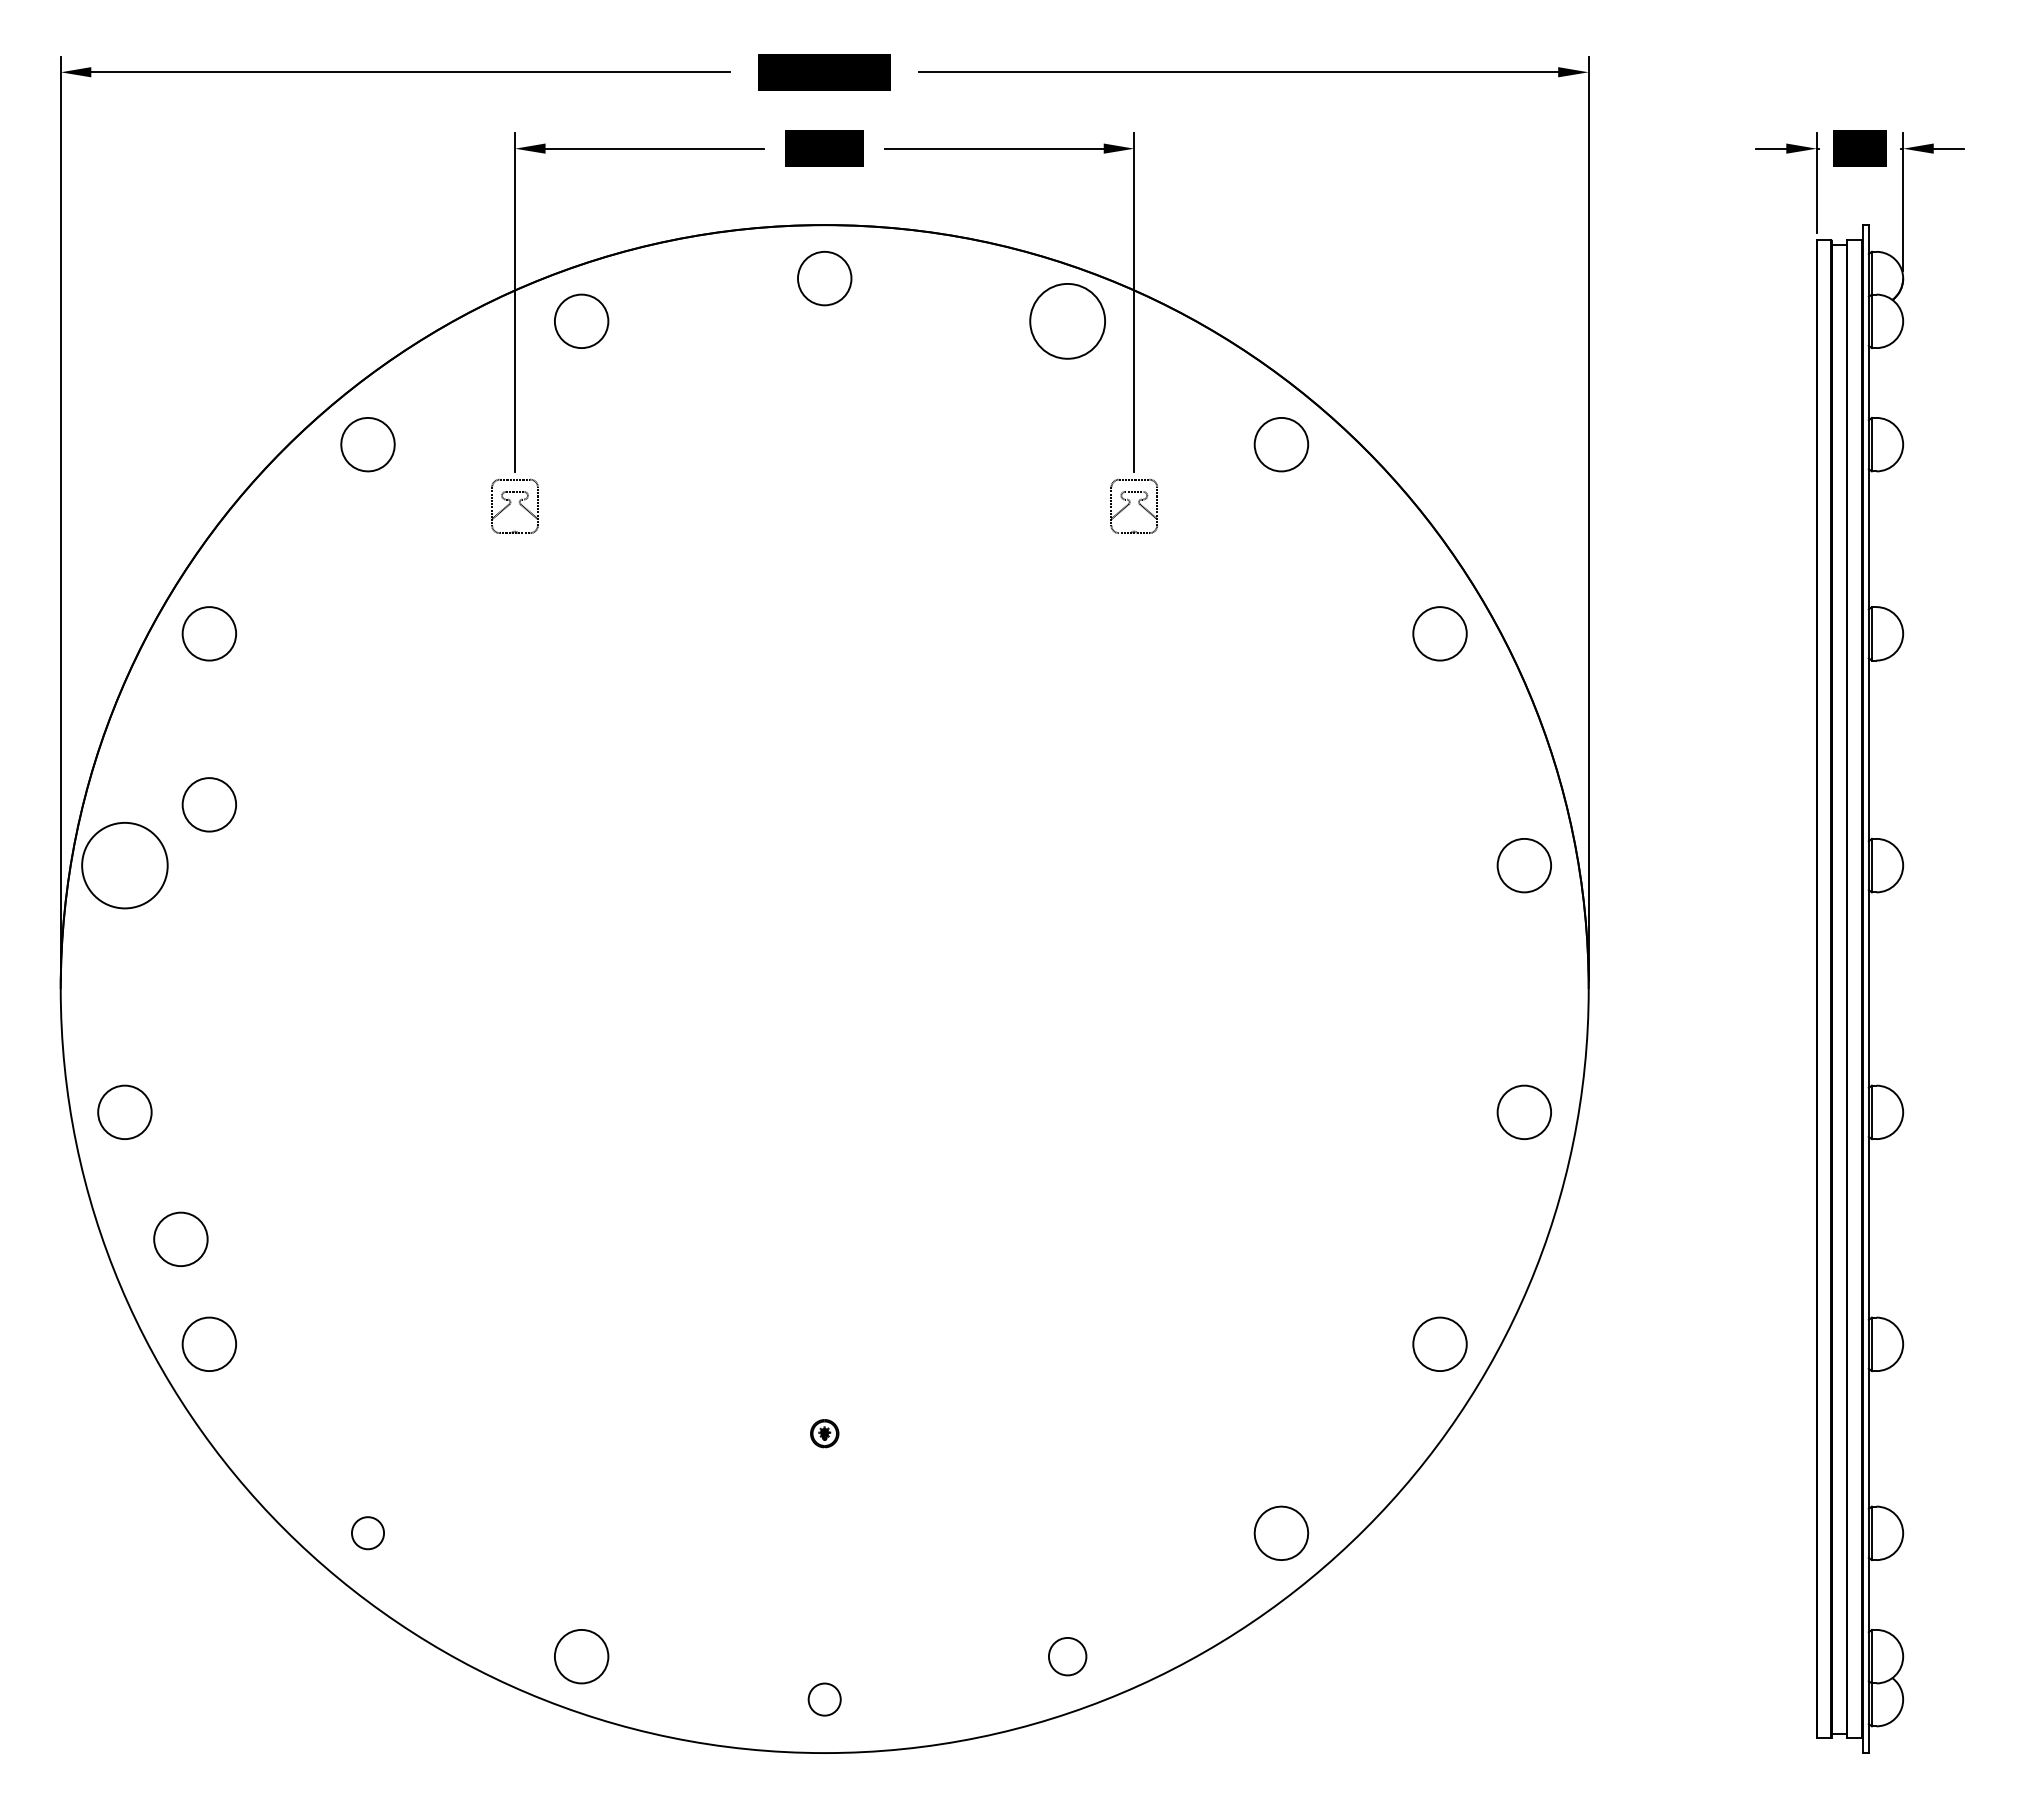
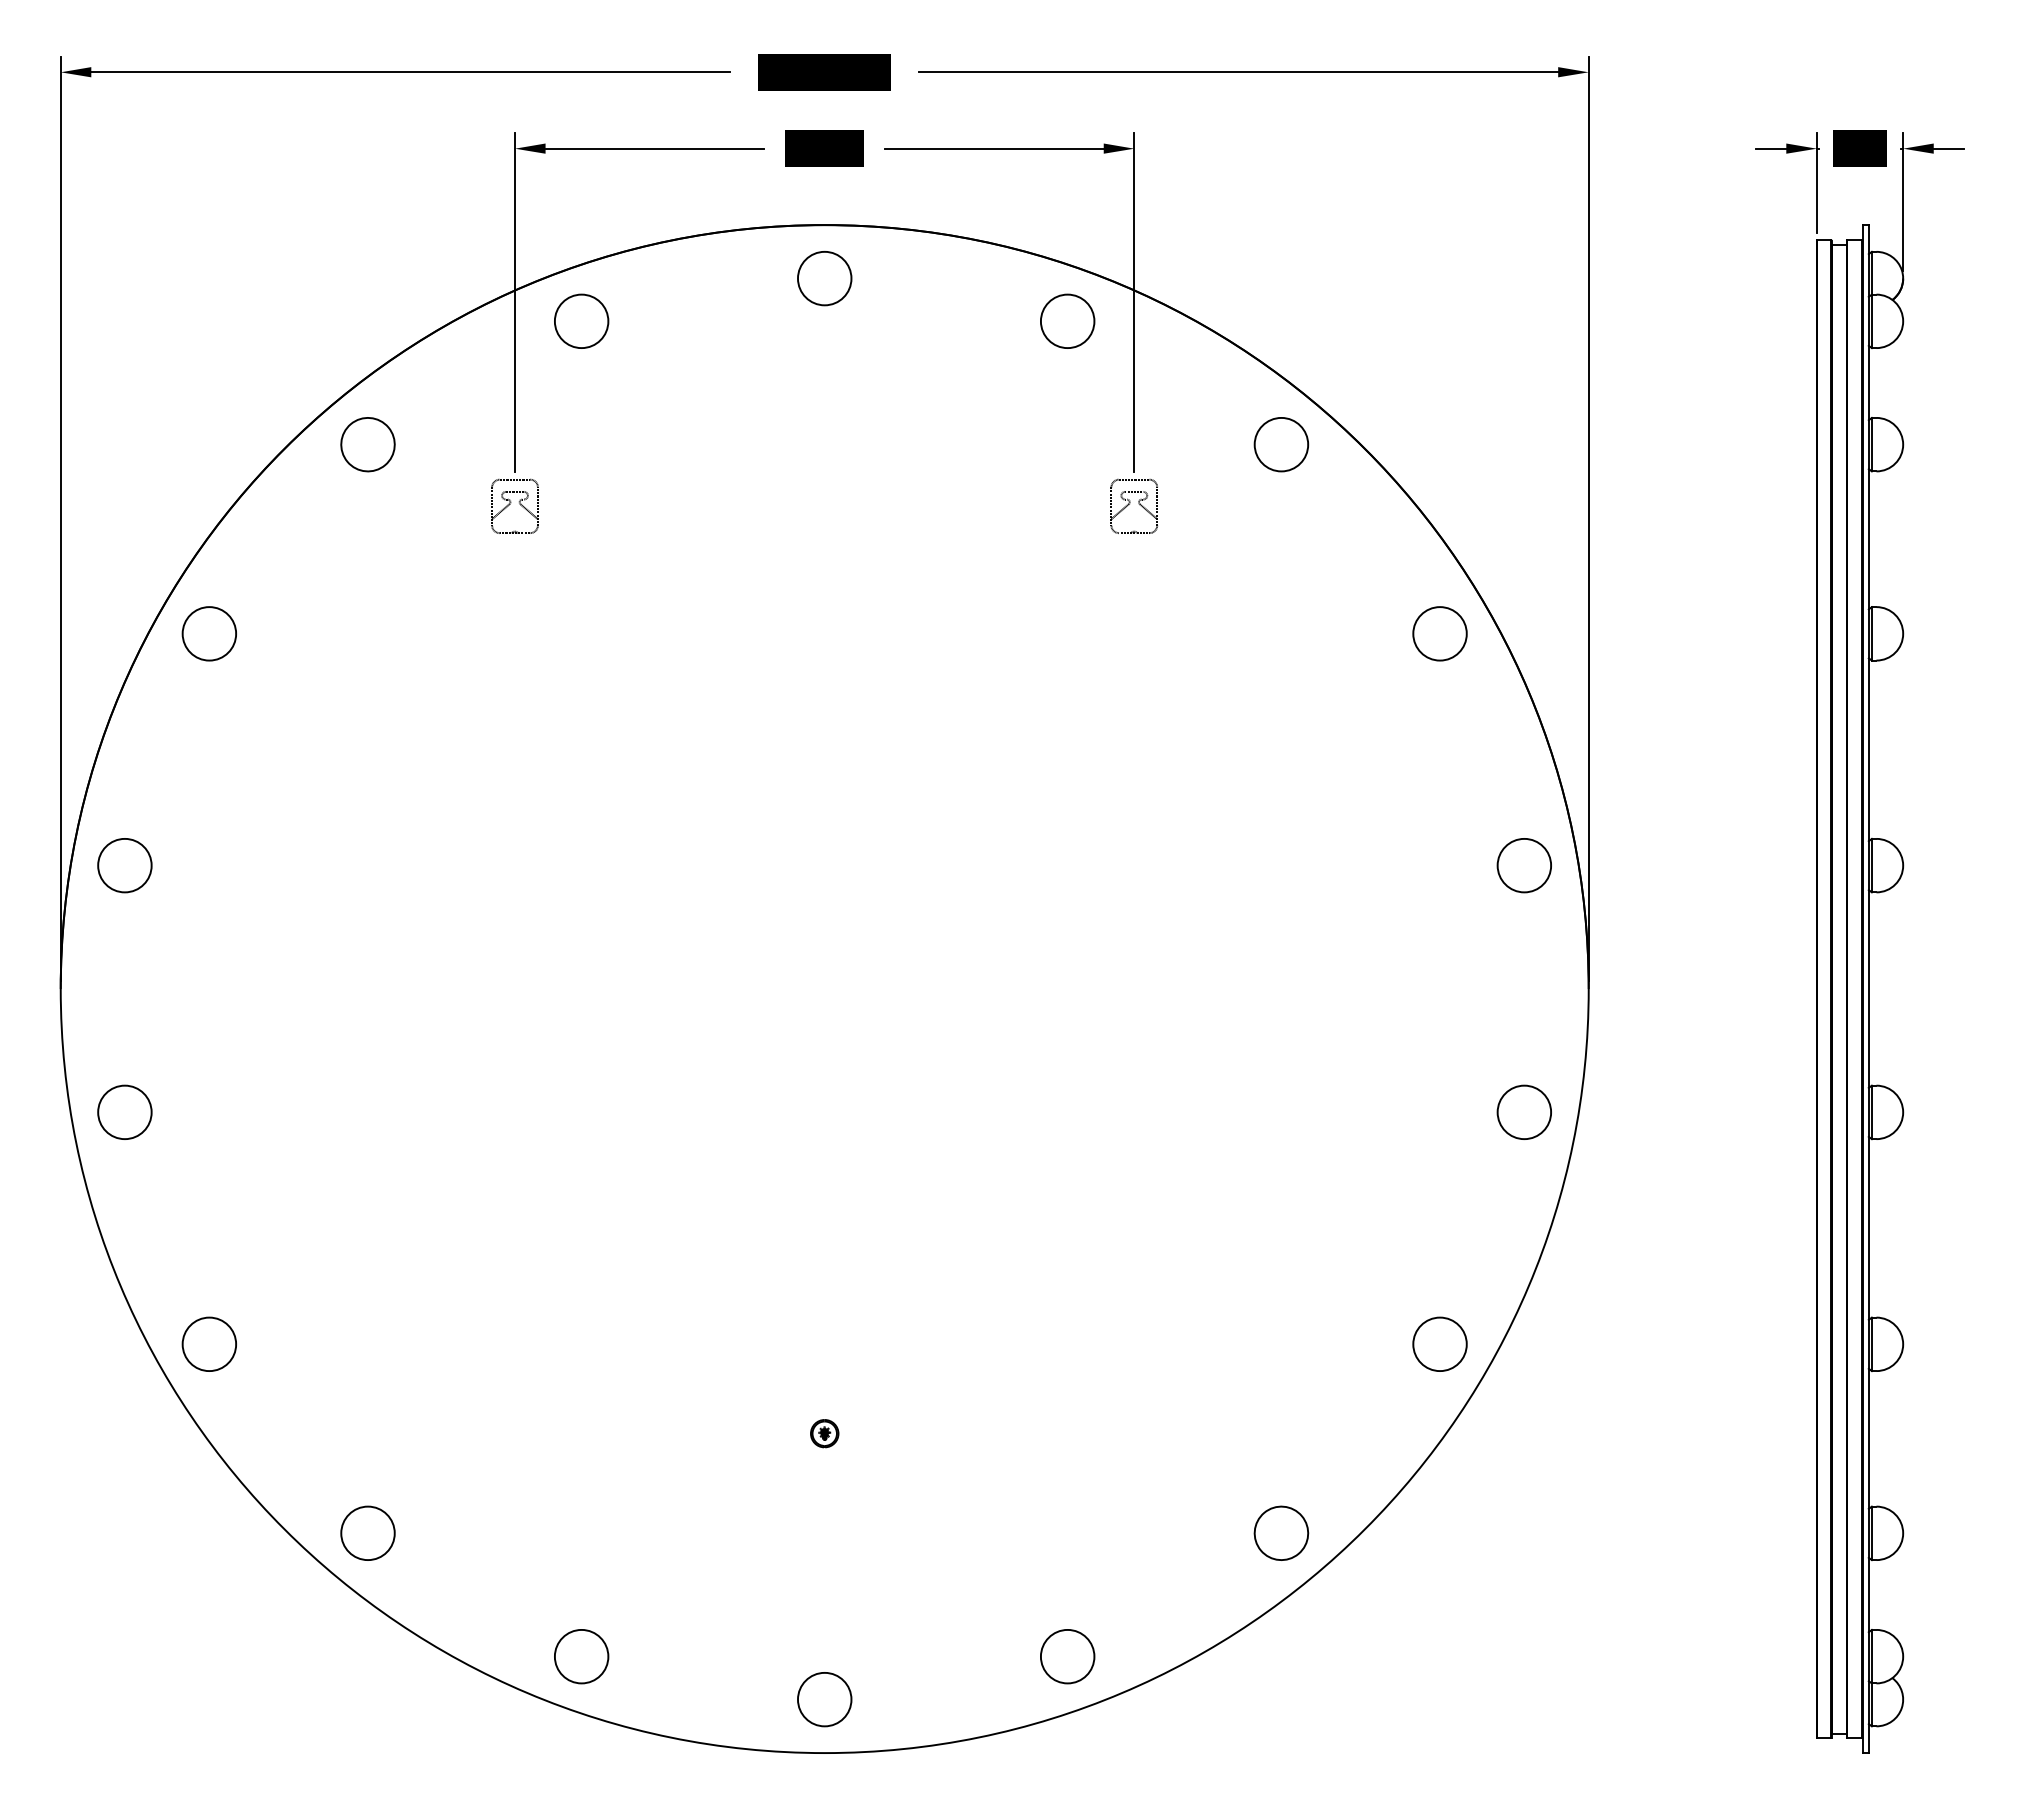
circle at (1067, 320) diameter: 75 px -> 53 px
circle at (208, 804): present -> none
circle at (124, 865) diameter: 86 px -> 53 px
circle at (180, 1238): present -> none
circle at (367, 1533) size: 34x35 px -> 56x56 px
circle at (1067, 1656) diameter: 37 px -> 53 px
circle at (824, 1699) diameter: 32 px -> 53 px
